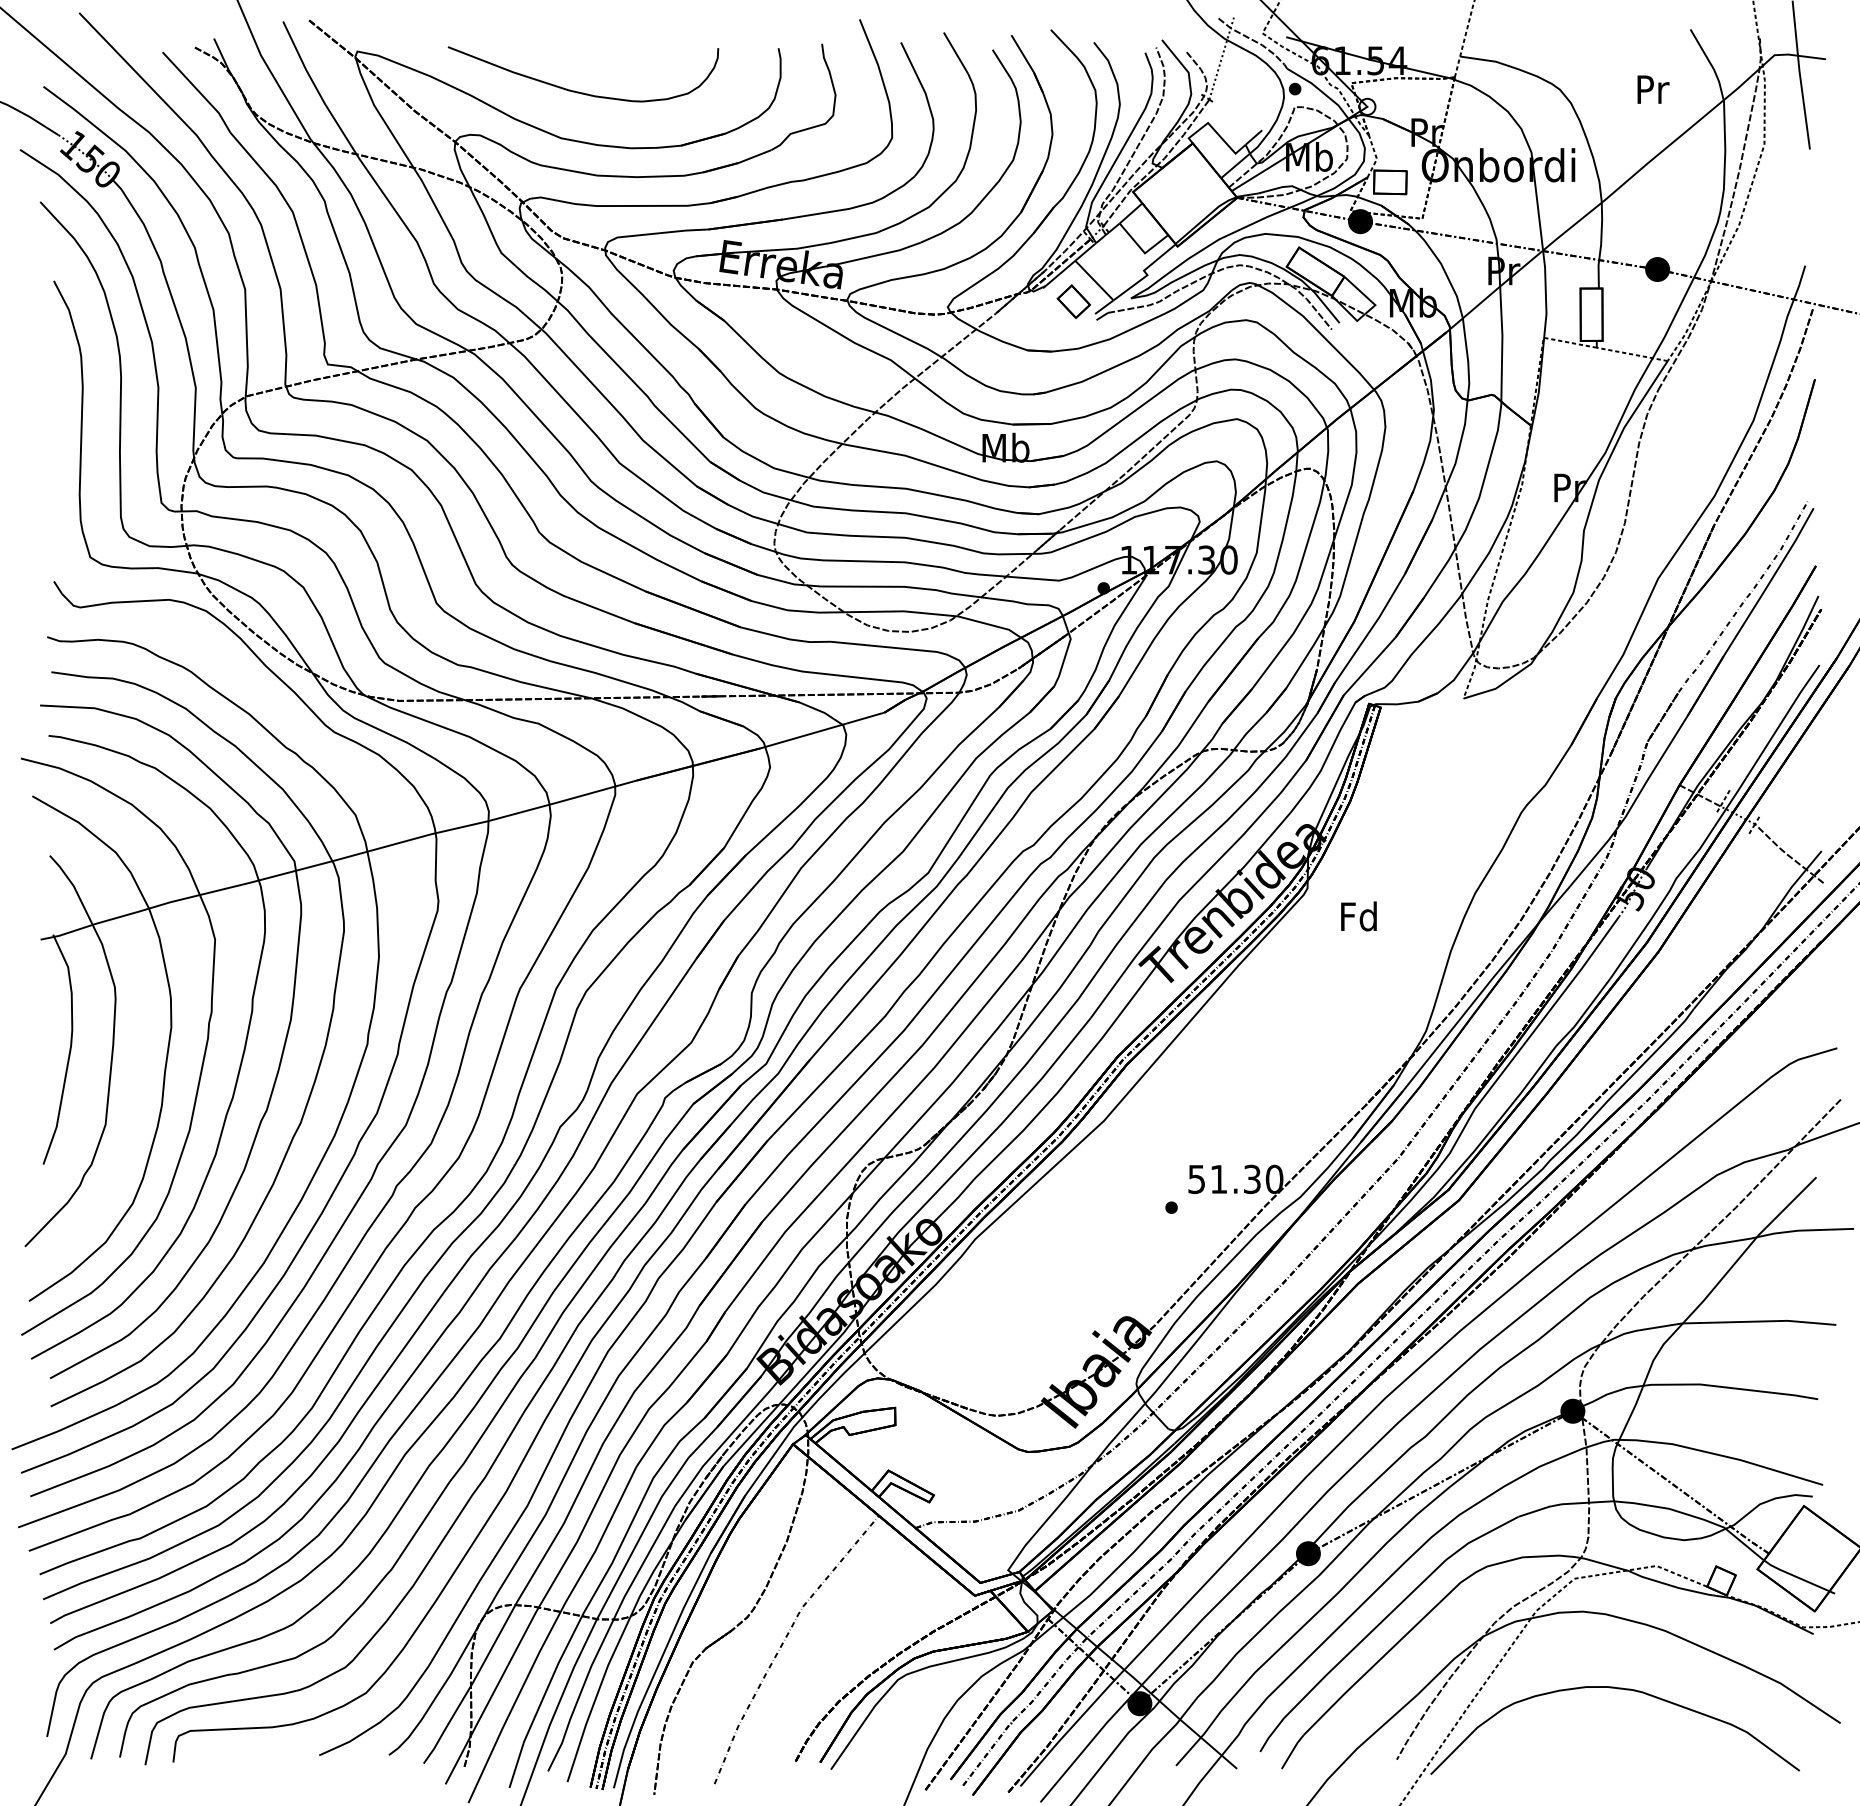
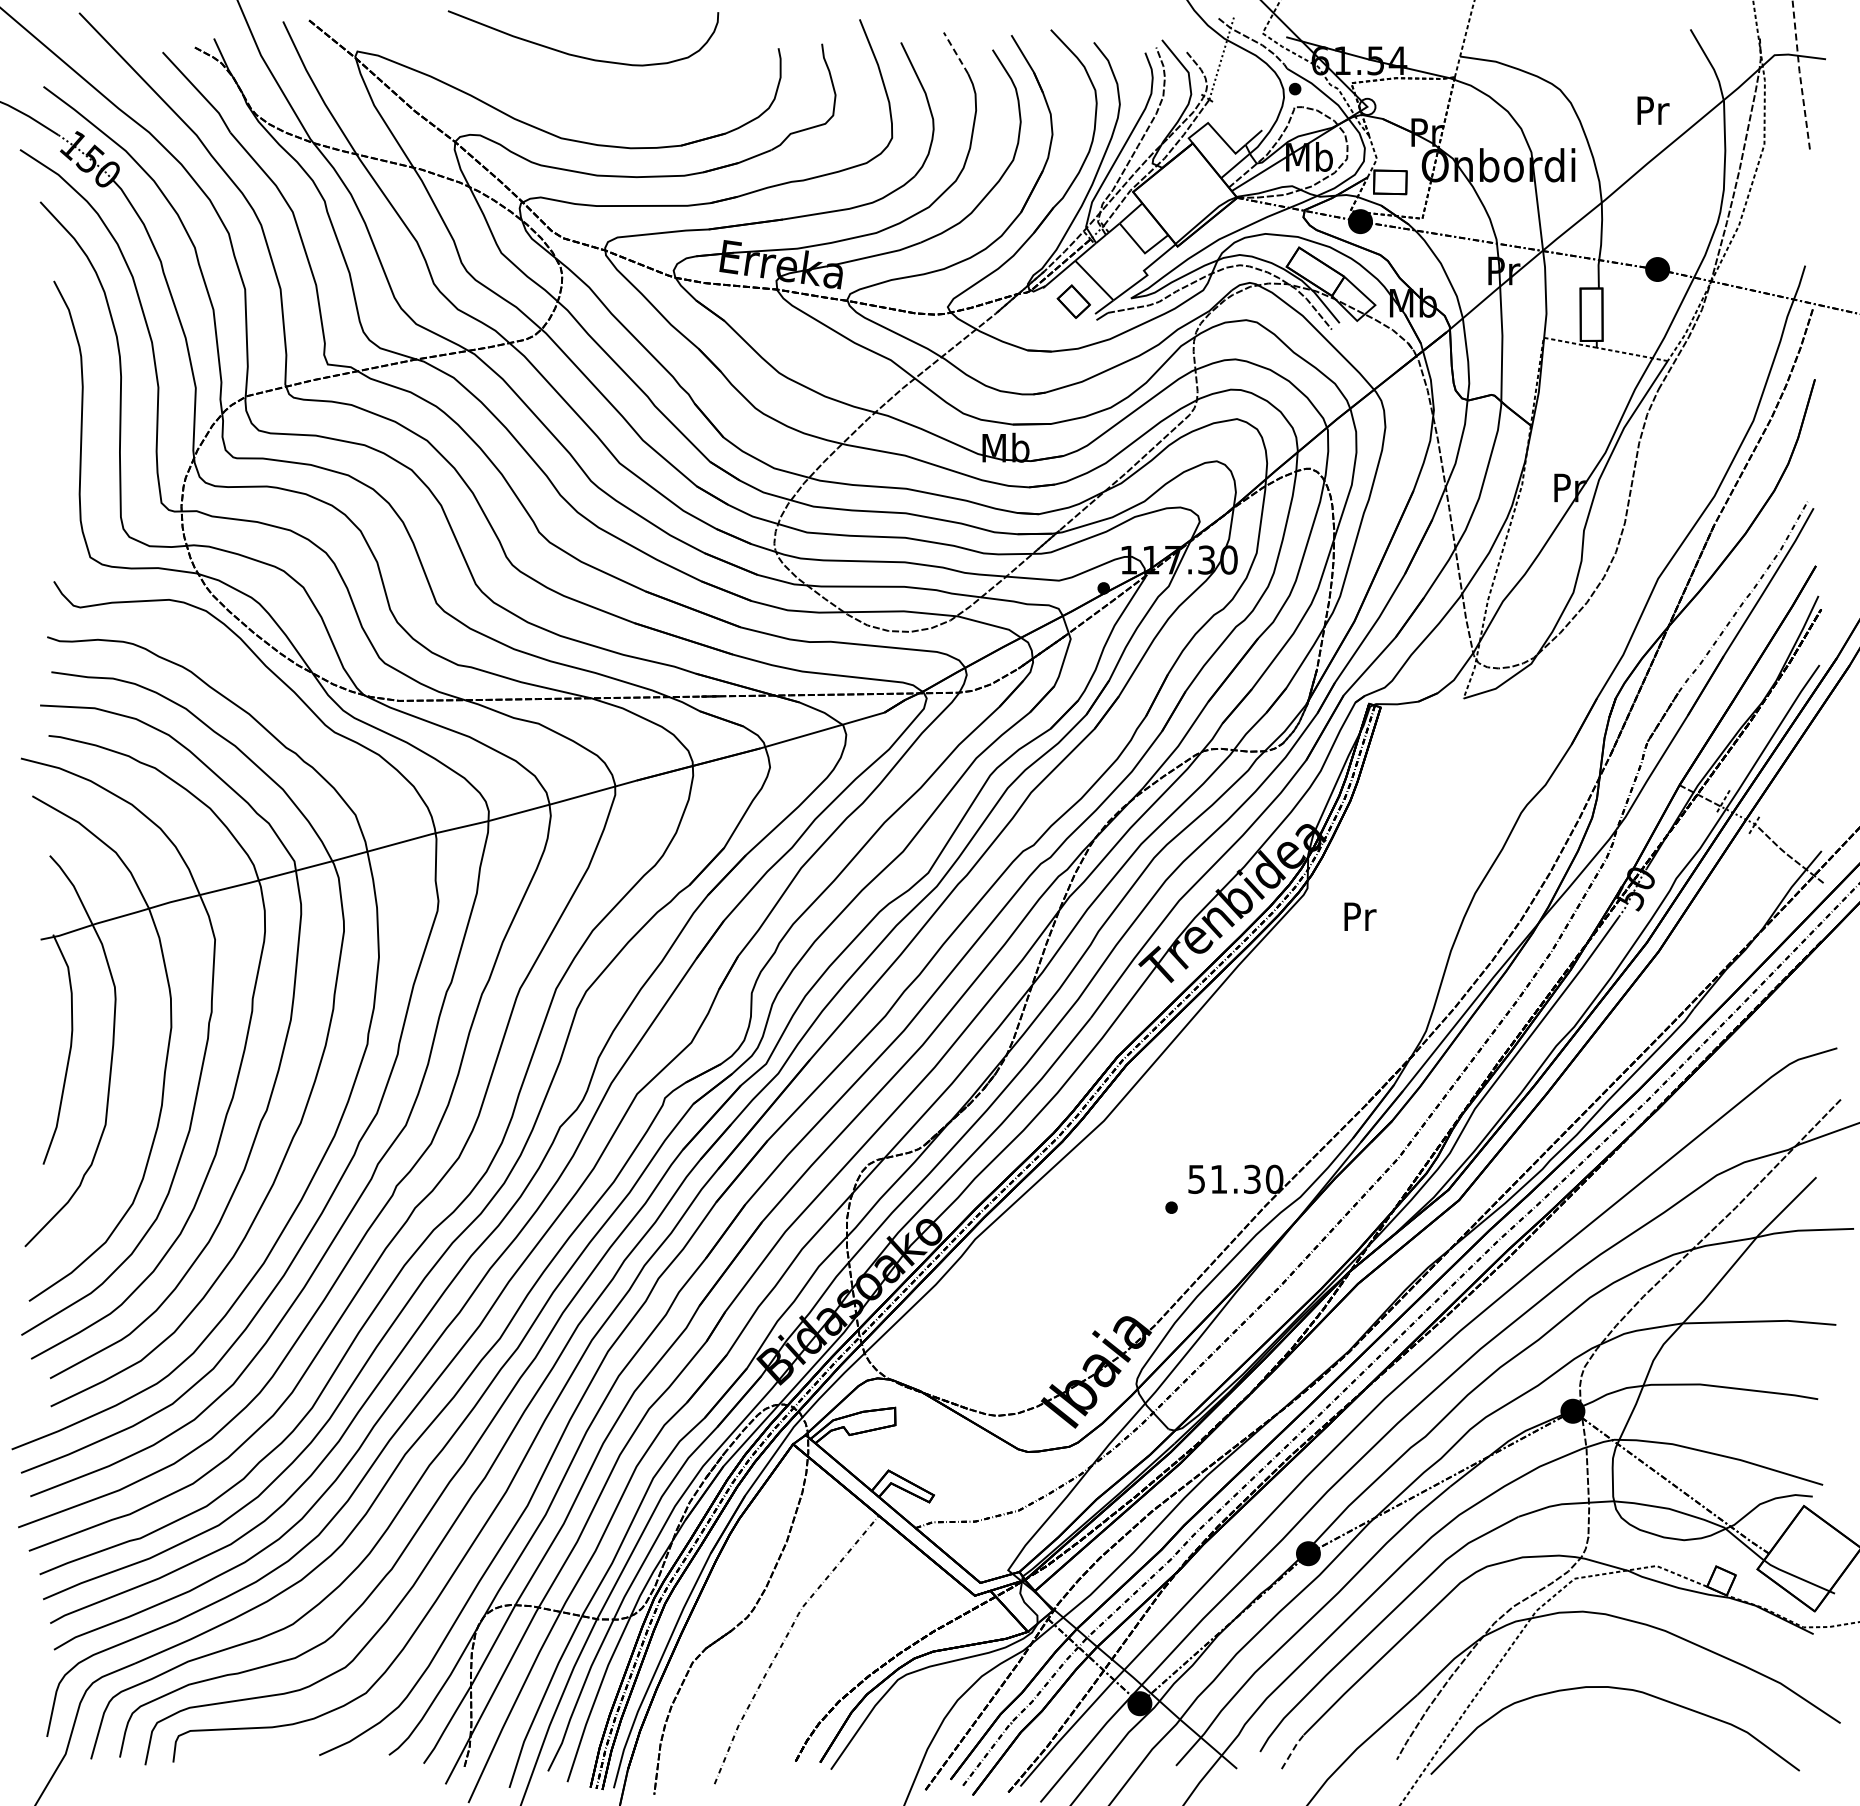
line at (955, 52): solid -> dashed
line at (1800, 75): solid -> dashed
text at (1653, 89) position: (1653, 89) -> (1653, 110)
curve at (579, 91) position: (579, 91) -> (579, 55)
text at (1358, 916): Fd -> Pr
line at (1292, 1750): solid -> dashed
